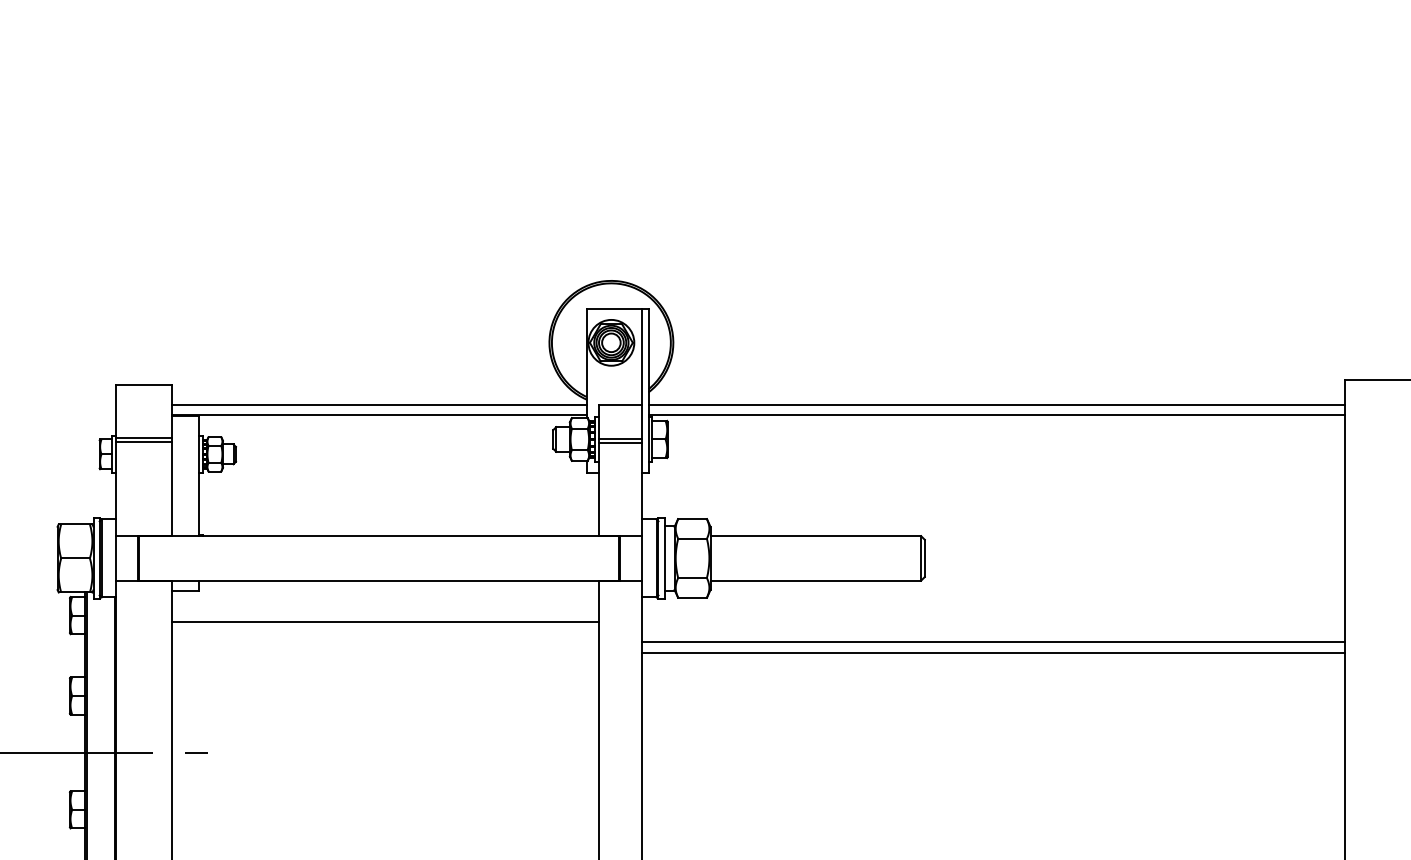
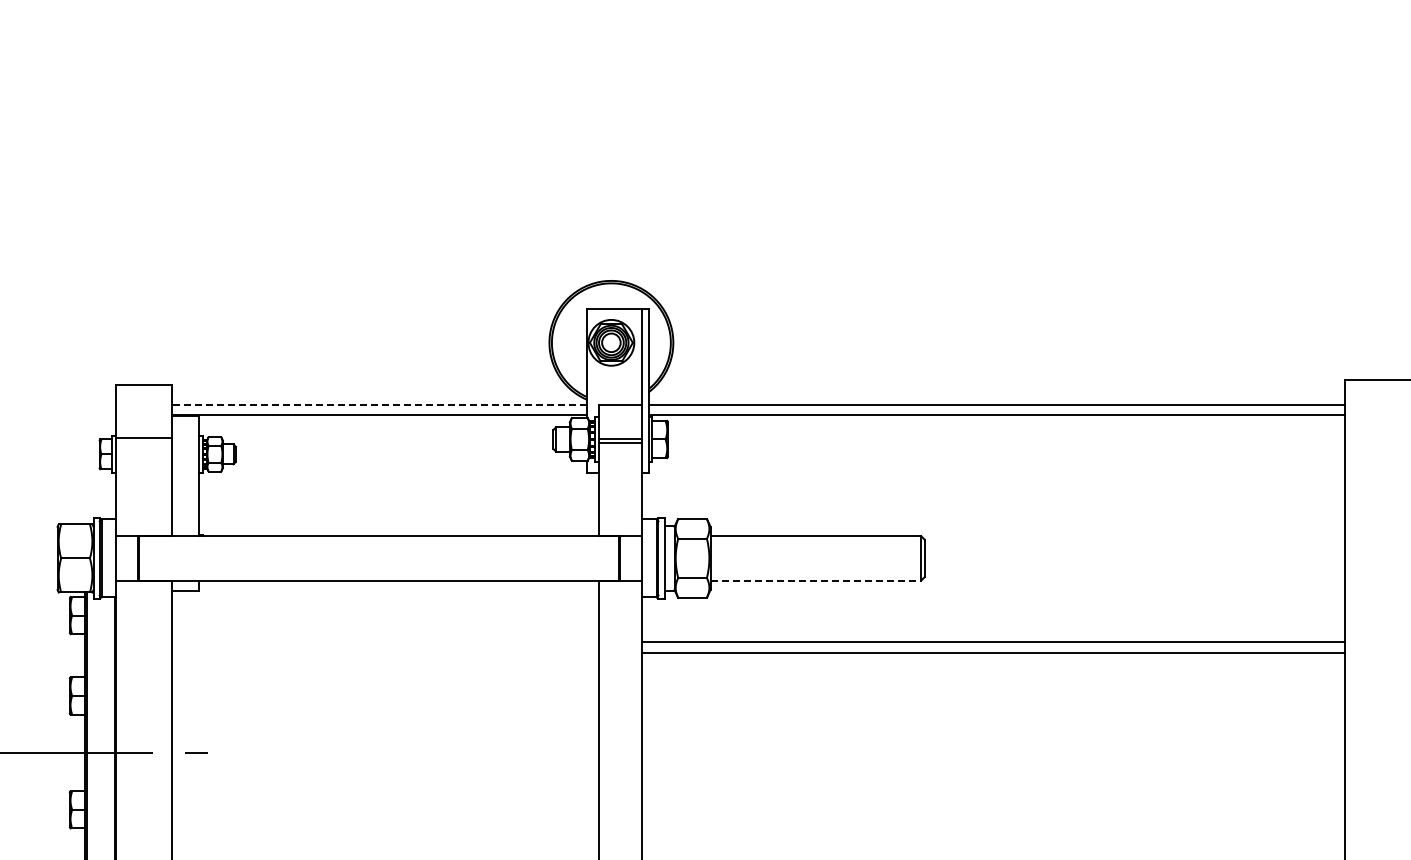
line at (379, 404): solid -> dashed
line at (143, 442): present -> none
line at (816, 580): solid -> dashed
line at (385, 621): present -> none
